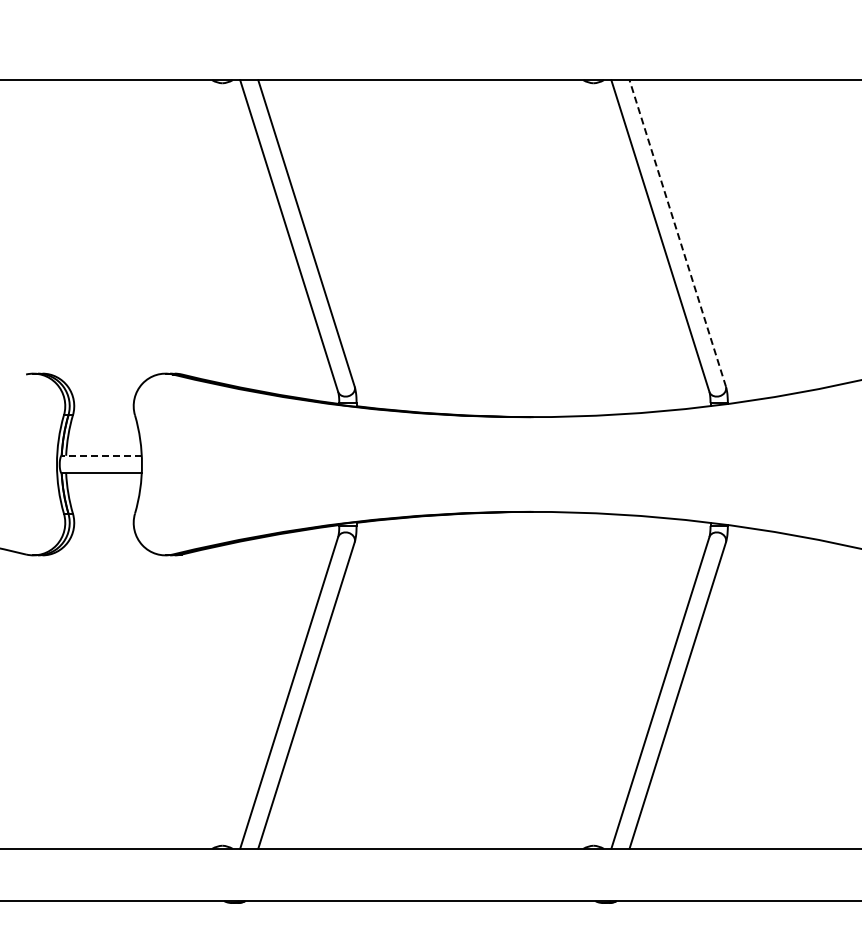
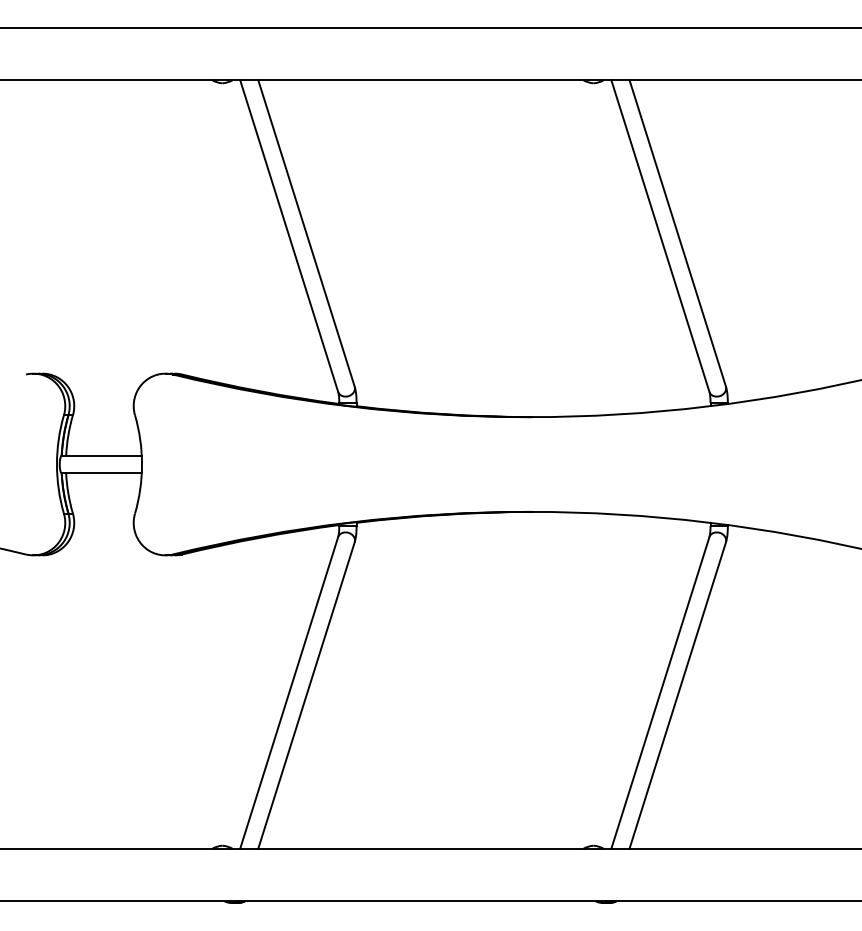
line at (430, 27): none -> present
line at (677, 233): dashed -> solid
line at (101, 455): dashed -> solid
